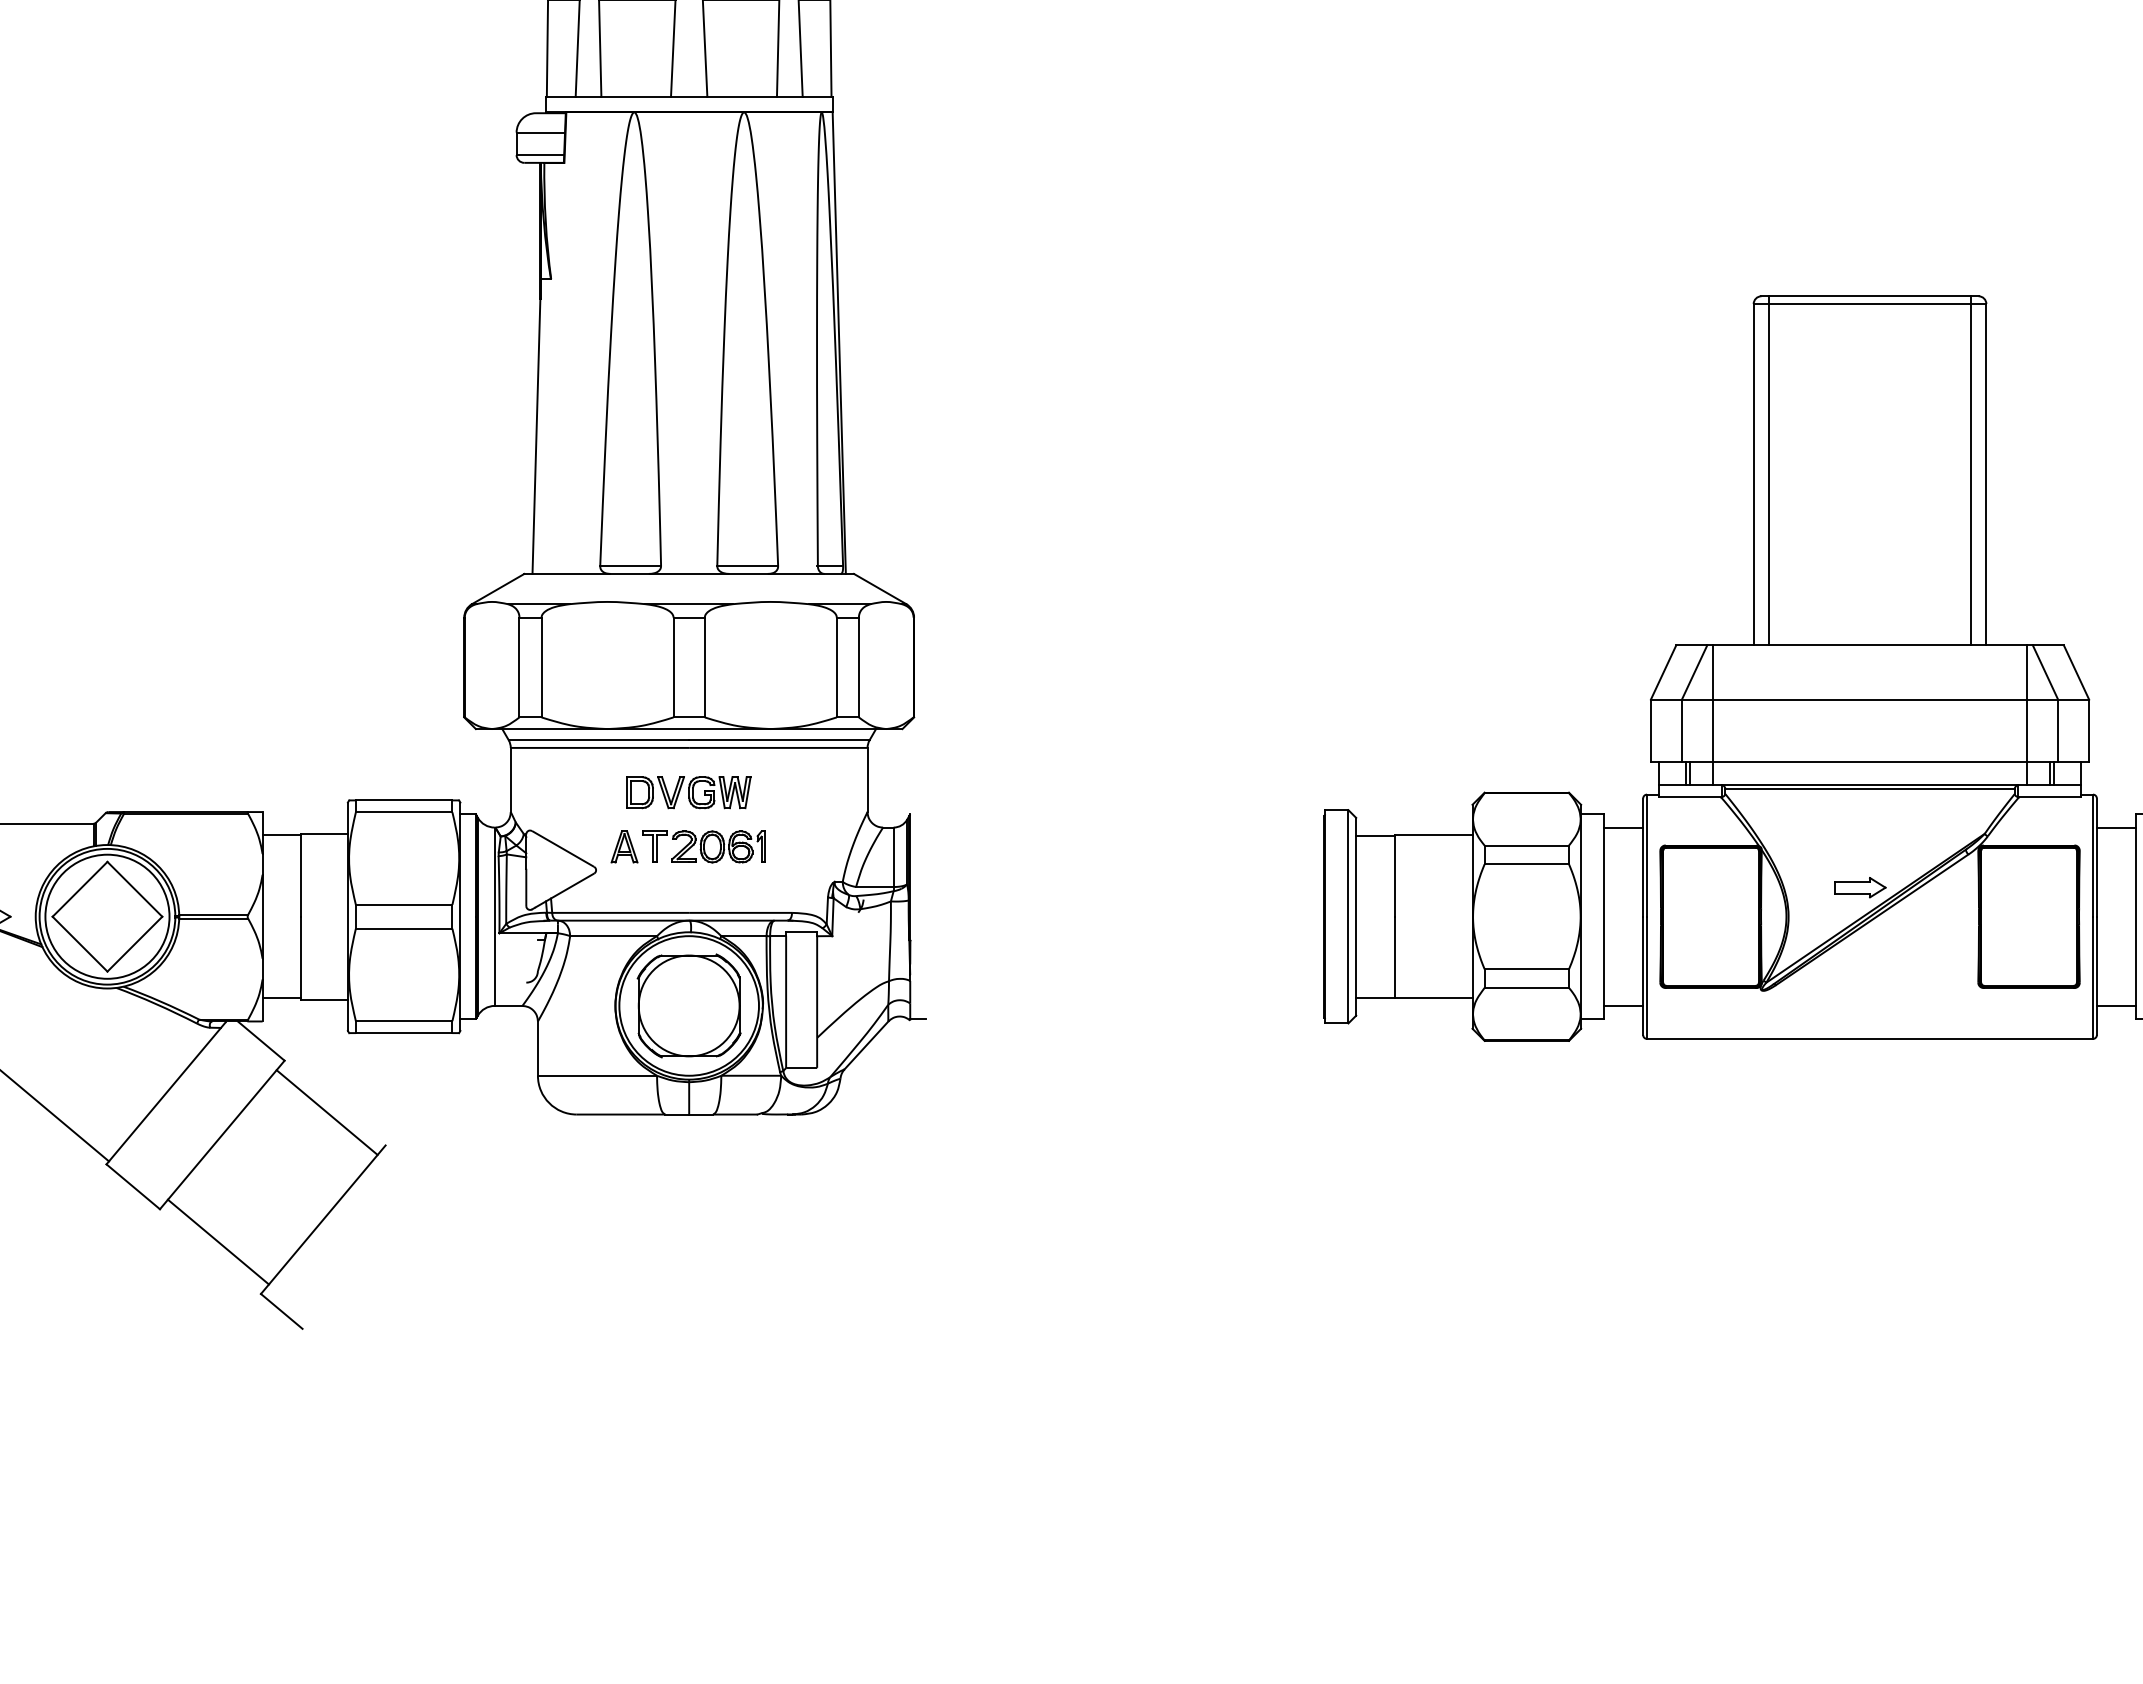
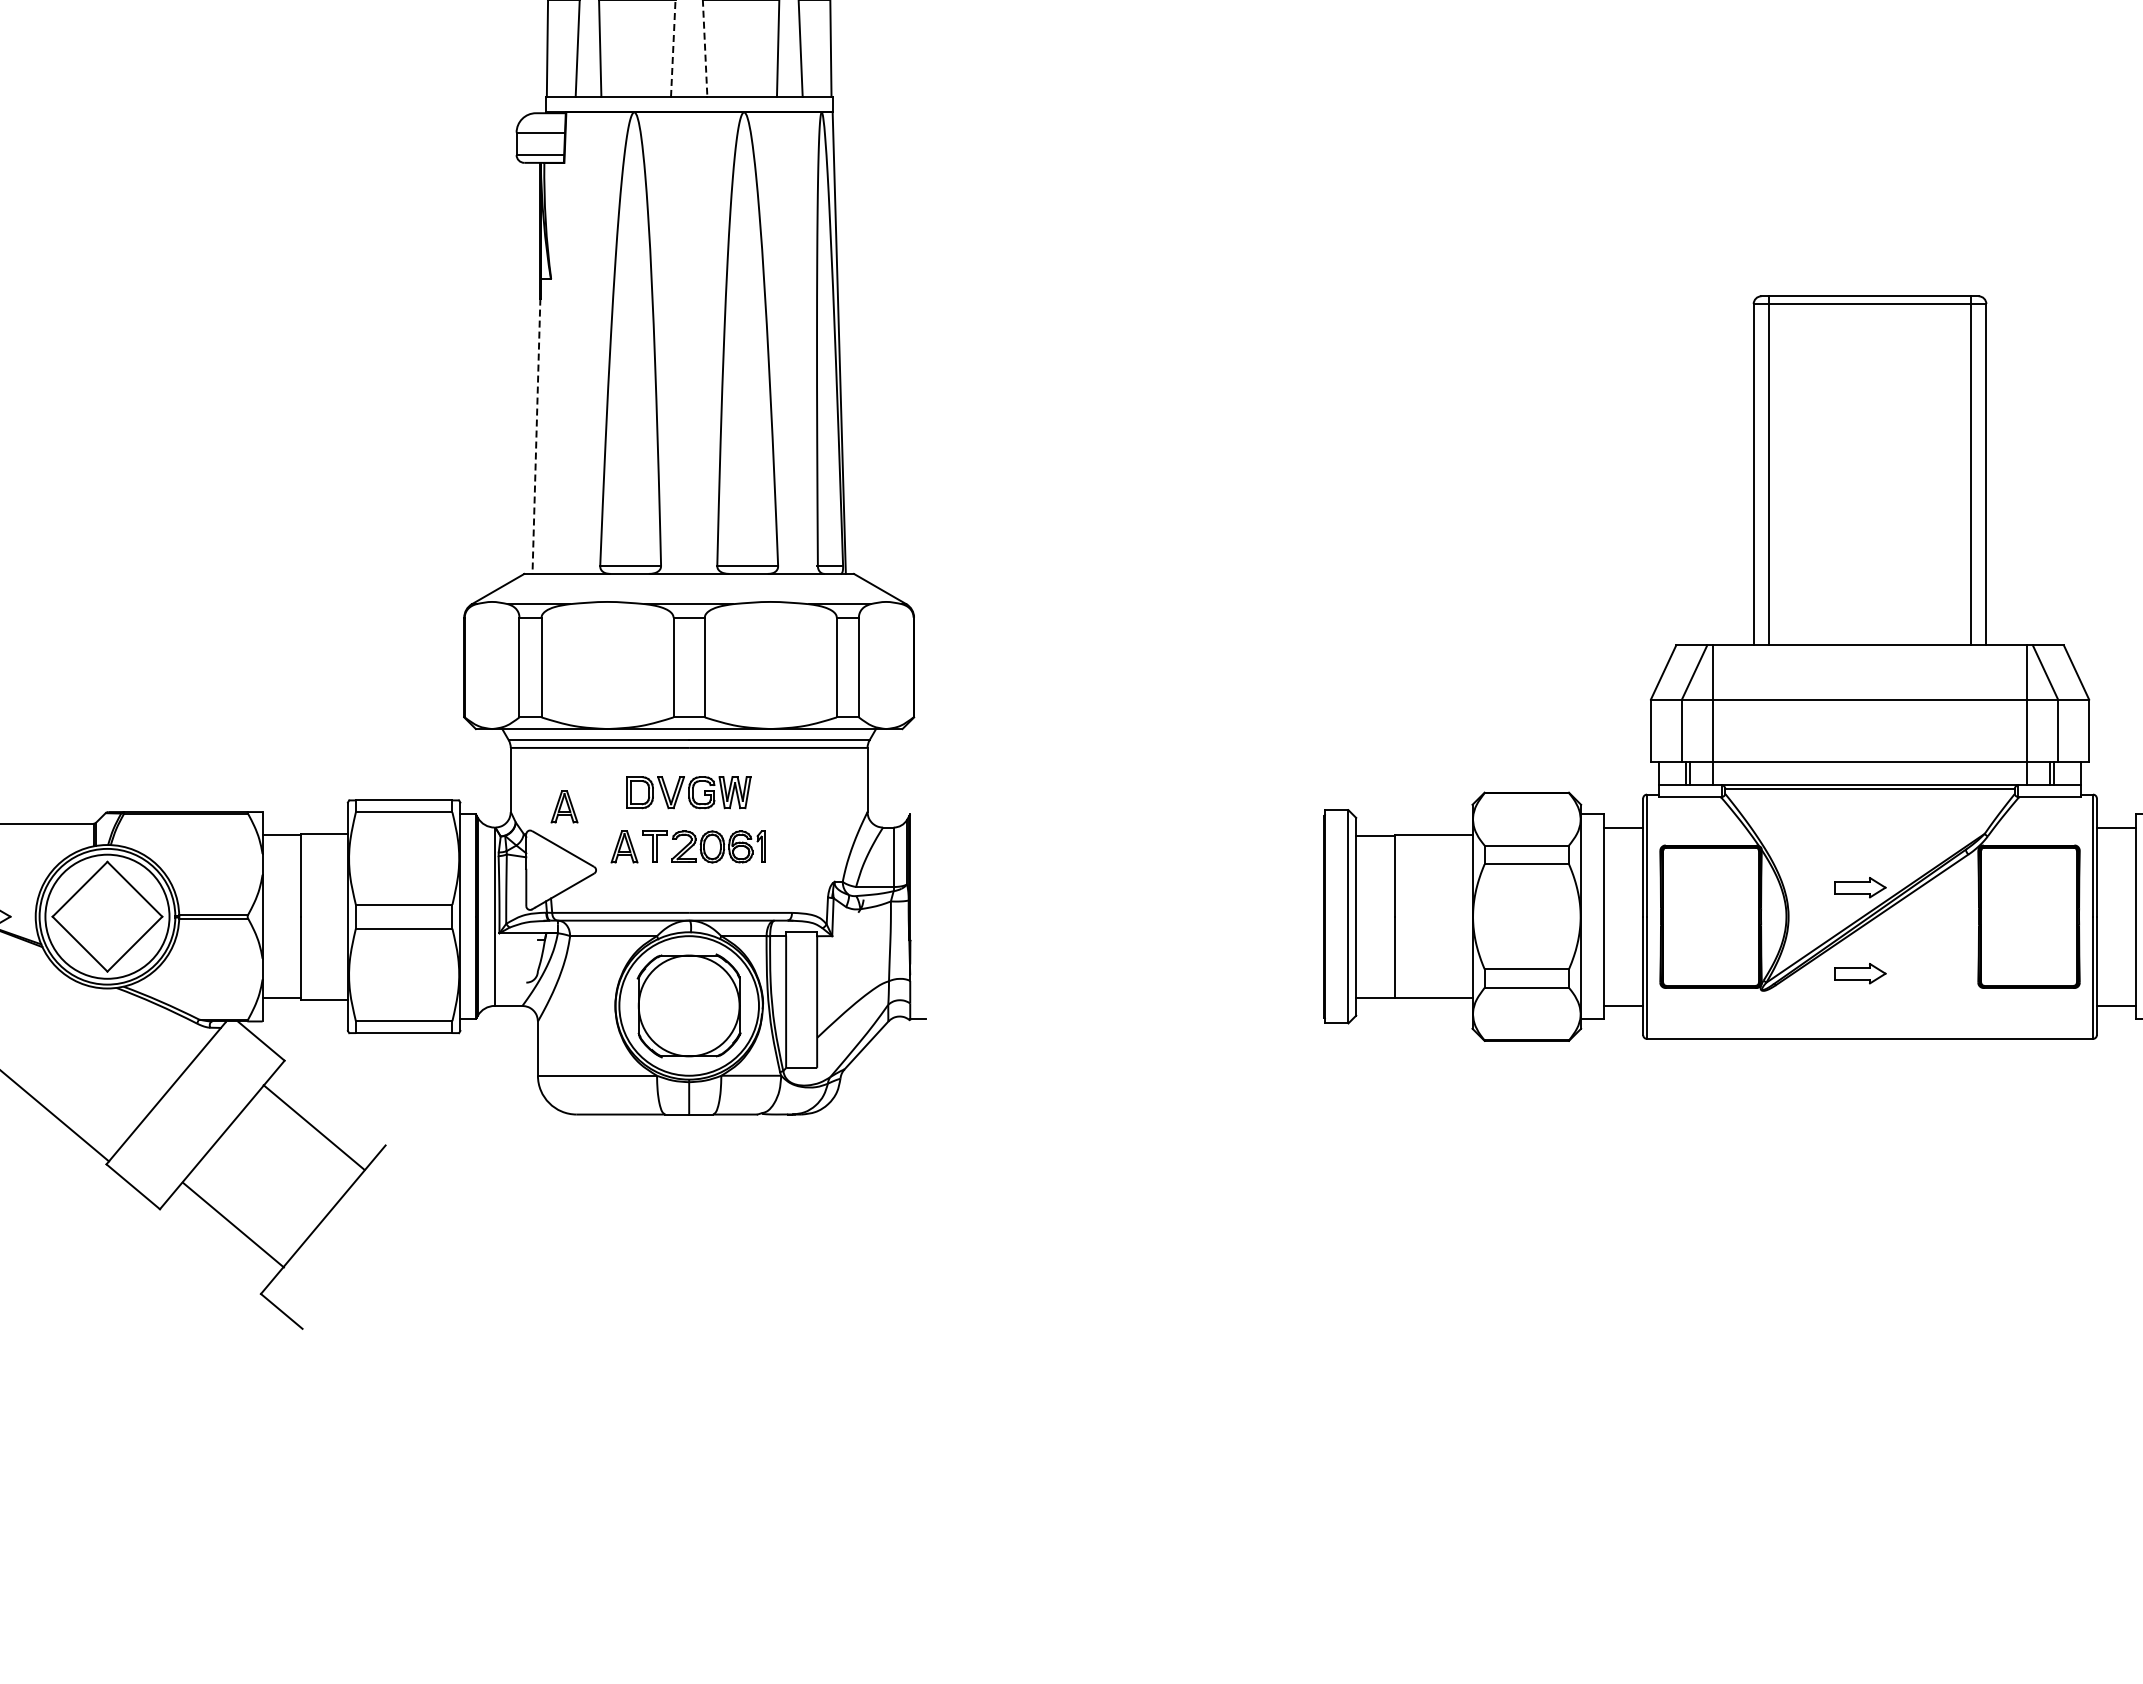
line at (673, 48): solid -> dashed
line at (705, 49): solid -> dashed
line at (536, 436): solid -> dashed
part at (564, 806): none -> present
part at (1860, 973): none -> present
line at (326, 1112) position: (326, 1112) -> (313, 1127)
line at (217, 1241) position: (217, 1241) -> (232, 1224)
